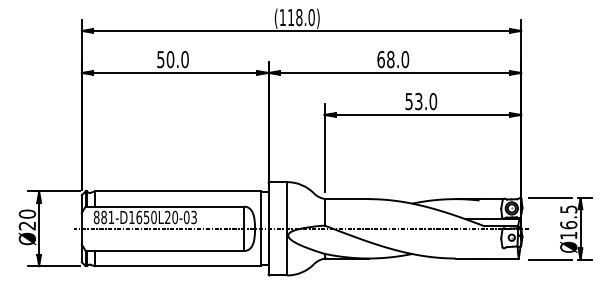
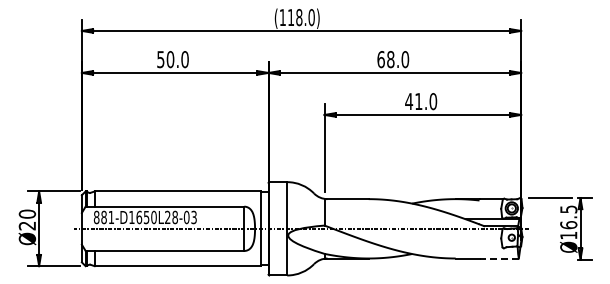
text at (413, 101): 53.0 -> 41.0
text at (175, 217): 881-D1650L20-03 -> 881-D1650L28-03
line at (499, 258): solid -> dashed
line at (550, 259): present -> none
